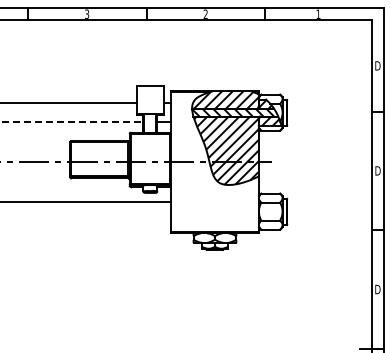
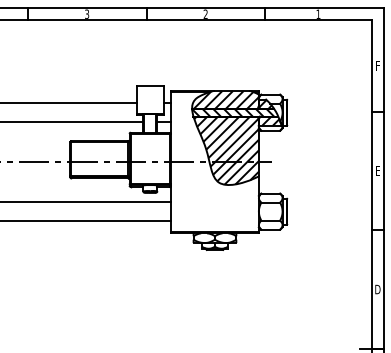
text at (377, 65): D -> F
line at (72, 122): dashed -> solid
text at (377, 170): D -> E
line at (86, 221): none -> present
